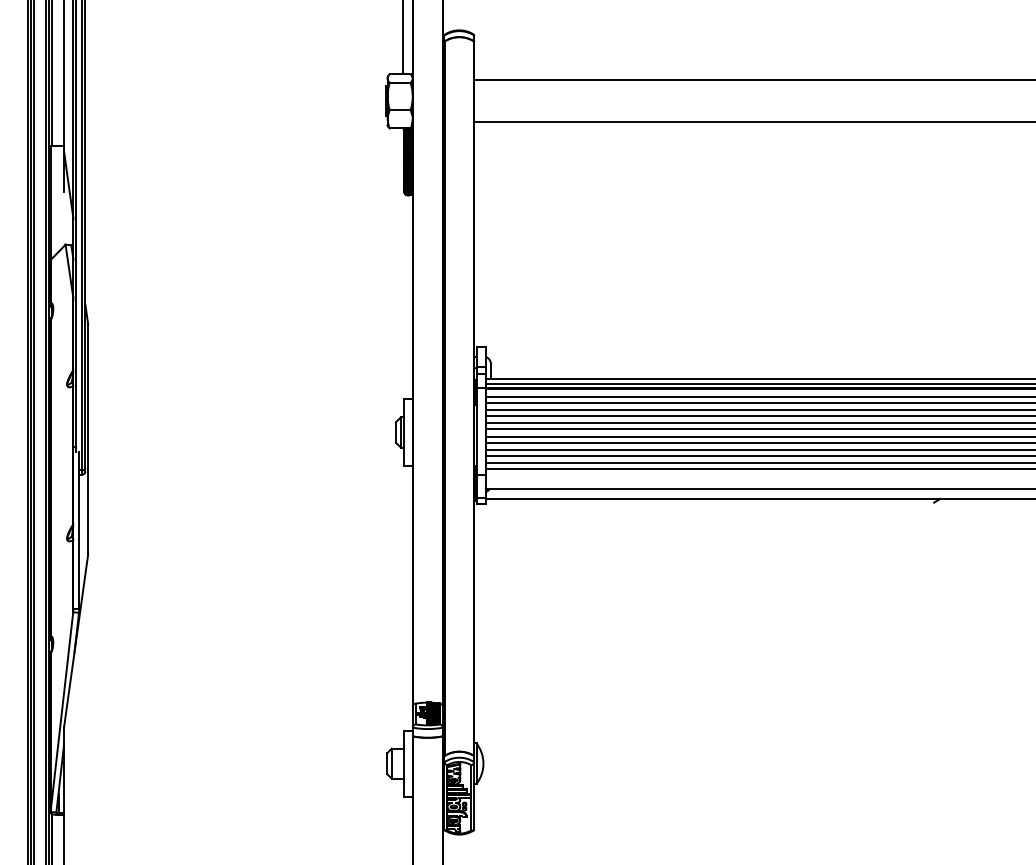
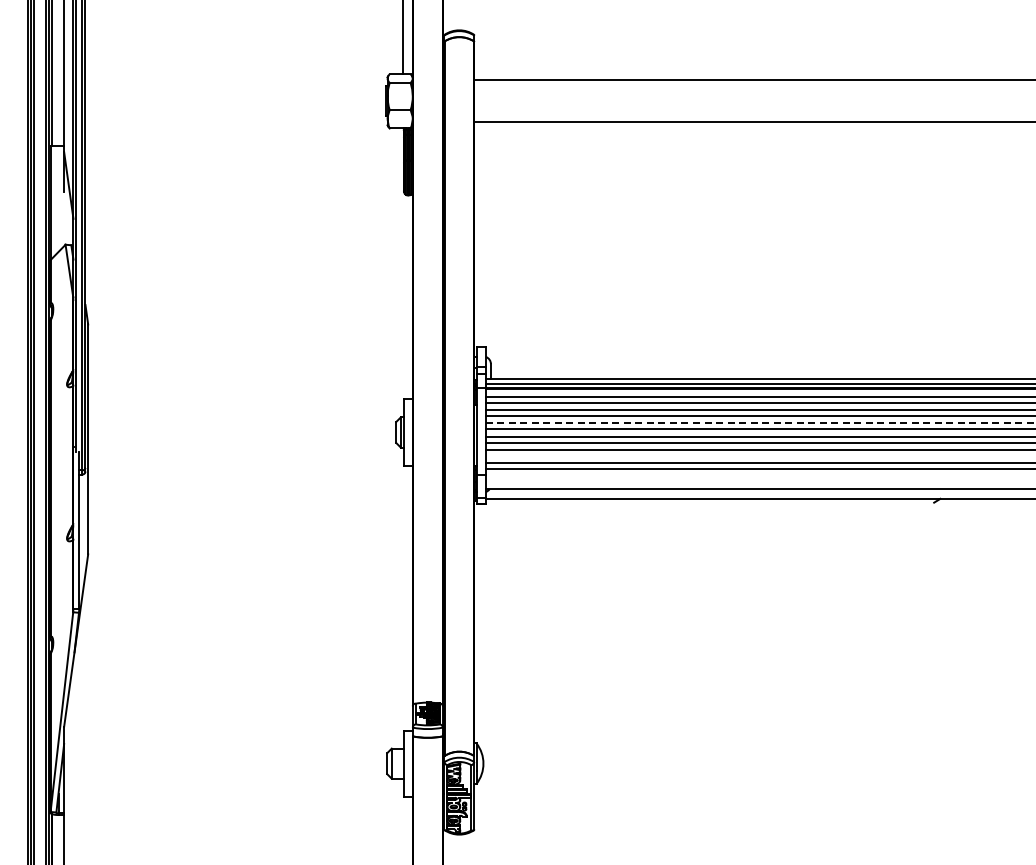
line at (760, 423): solid -> dashed
line at (758, 455): present -> none
